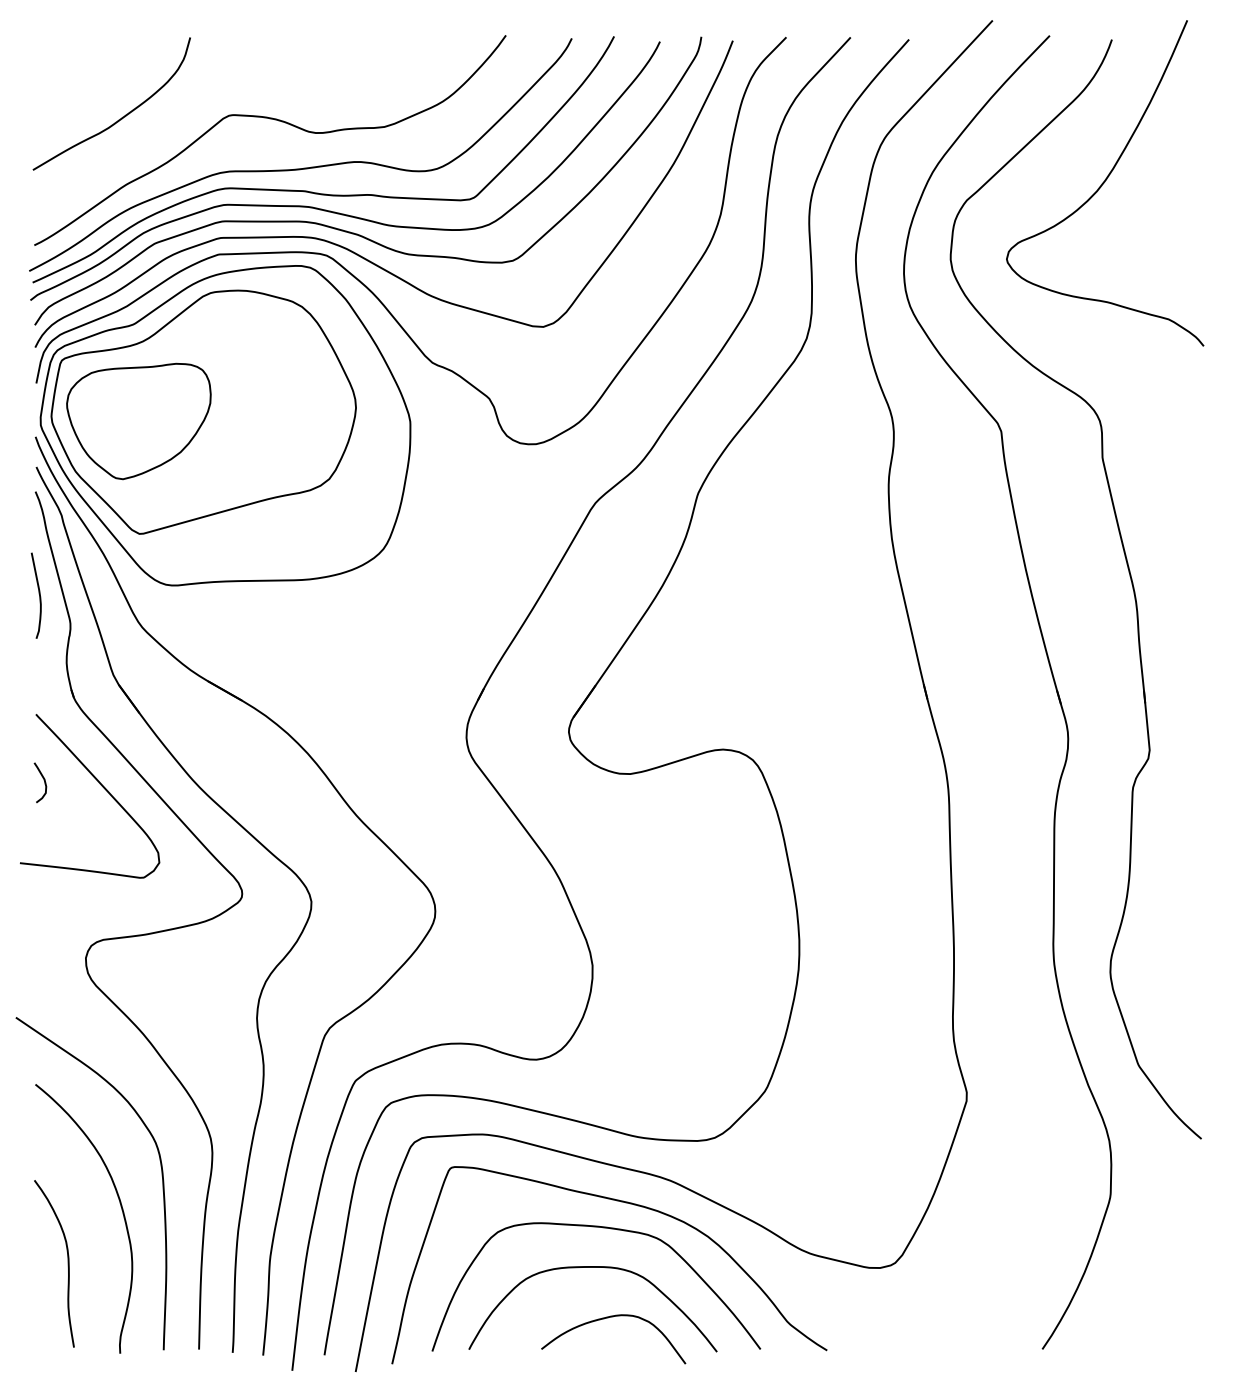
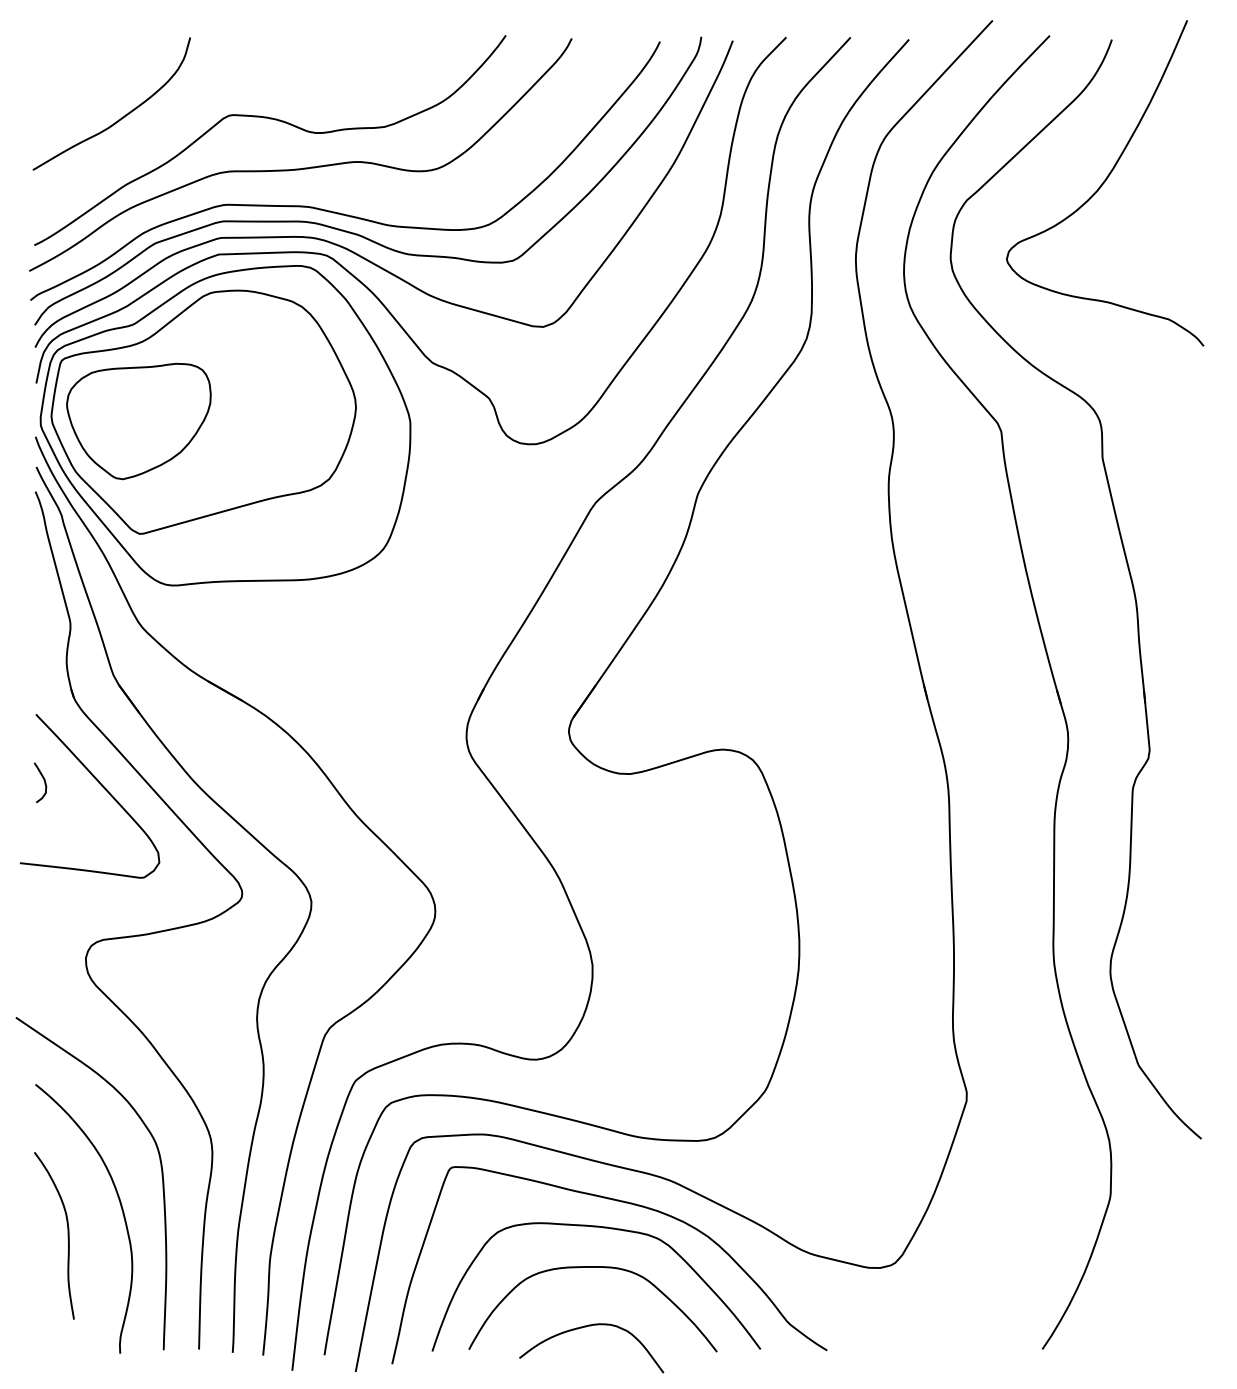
curve at (318, 192): present -> none
curve at (38, 594): present -> none
curve at (67, 1263) position: (67, 1263) -> (67, 1235)
curve at (608, 1318) position: (608, 1318) -> (586, 1327)
